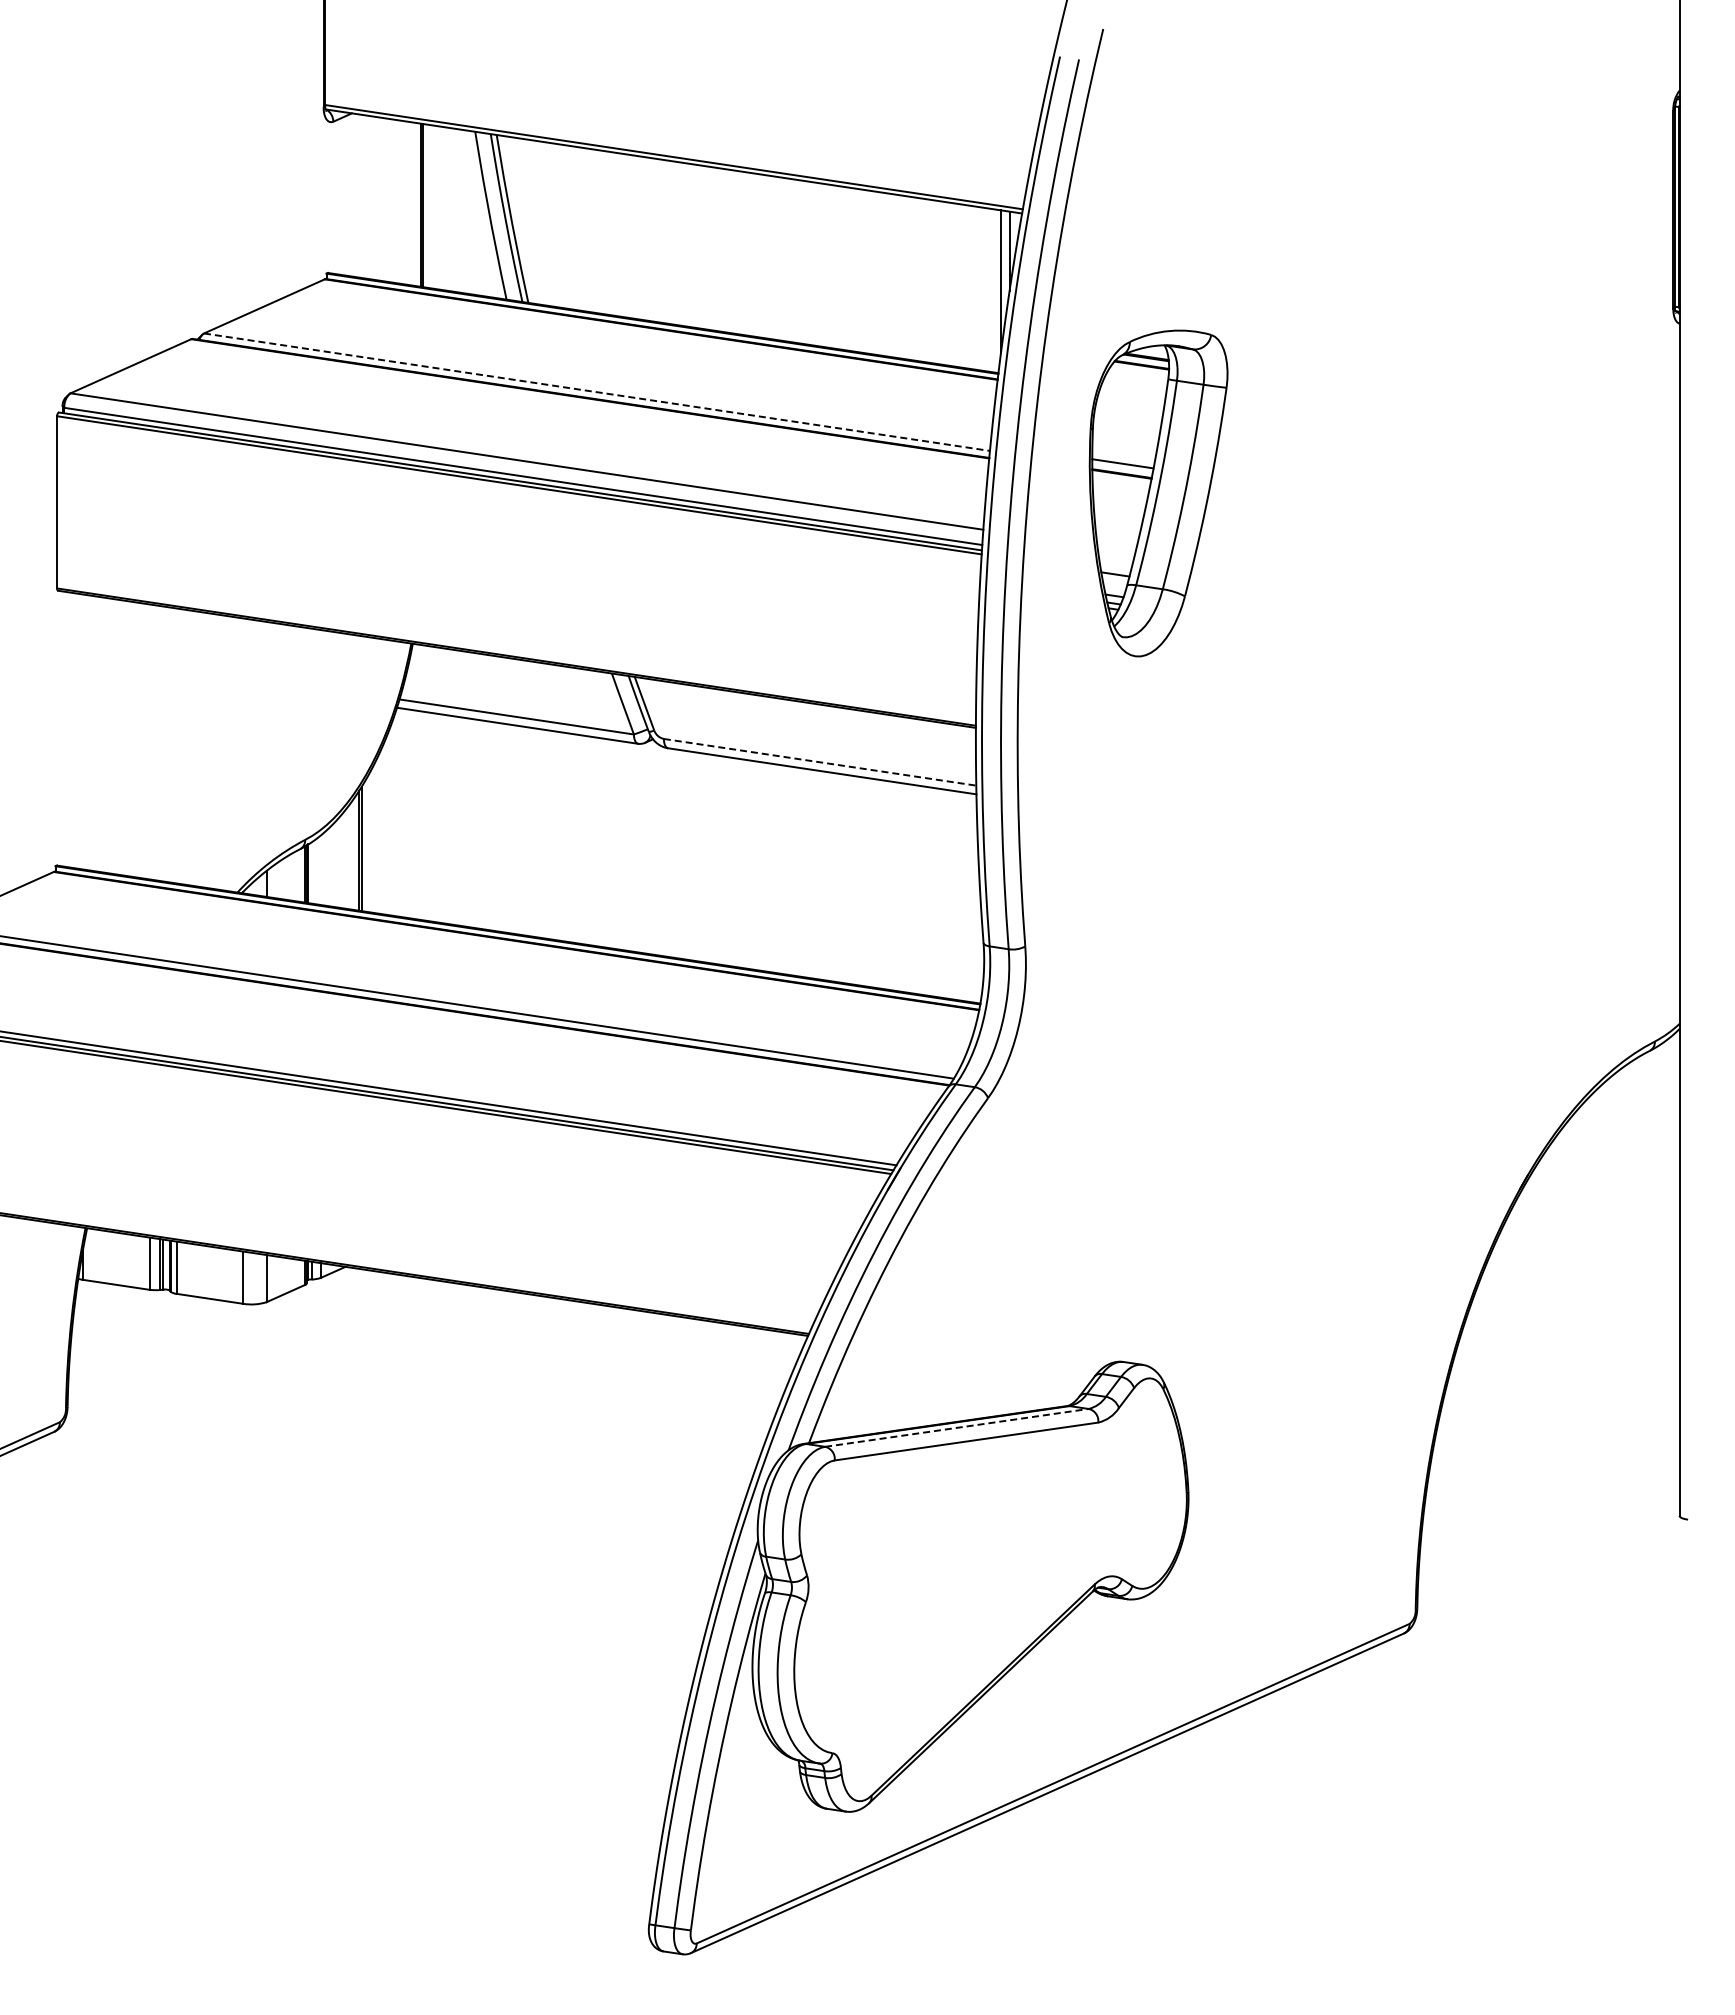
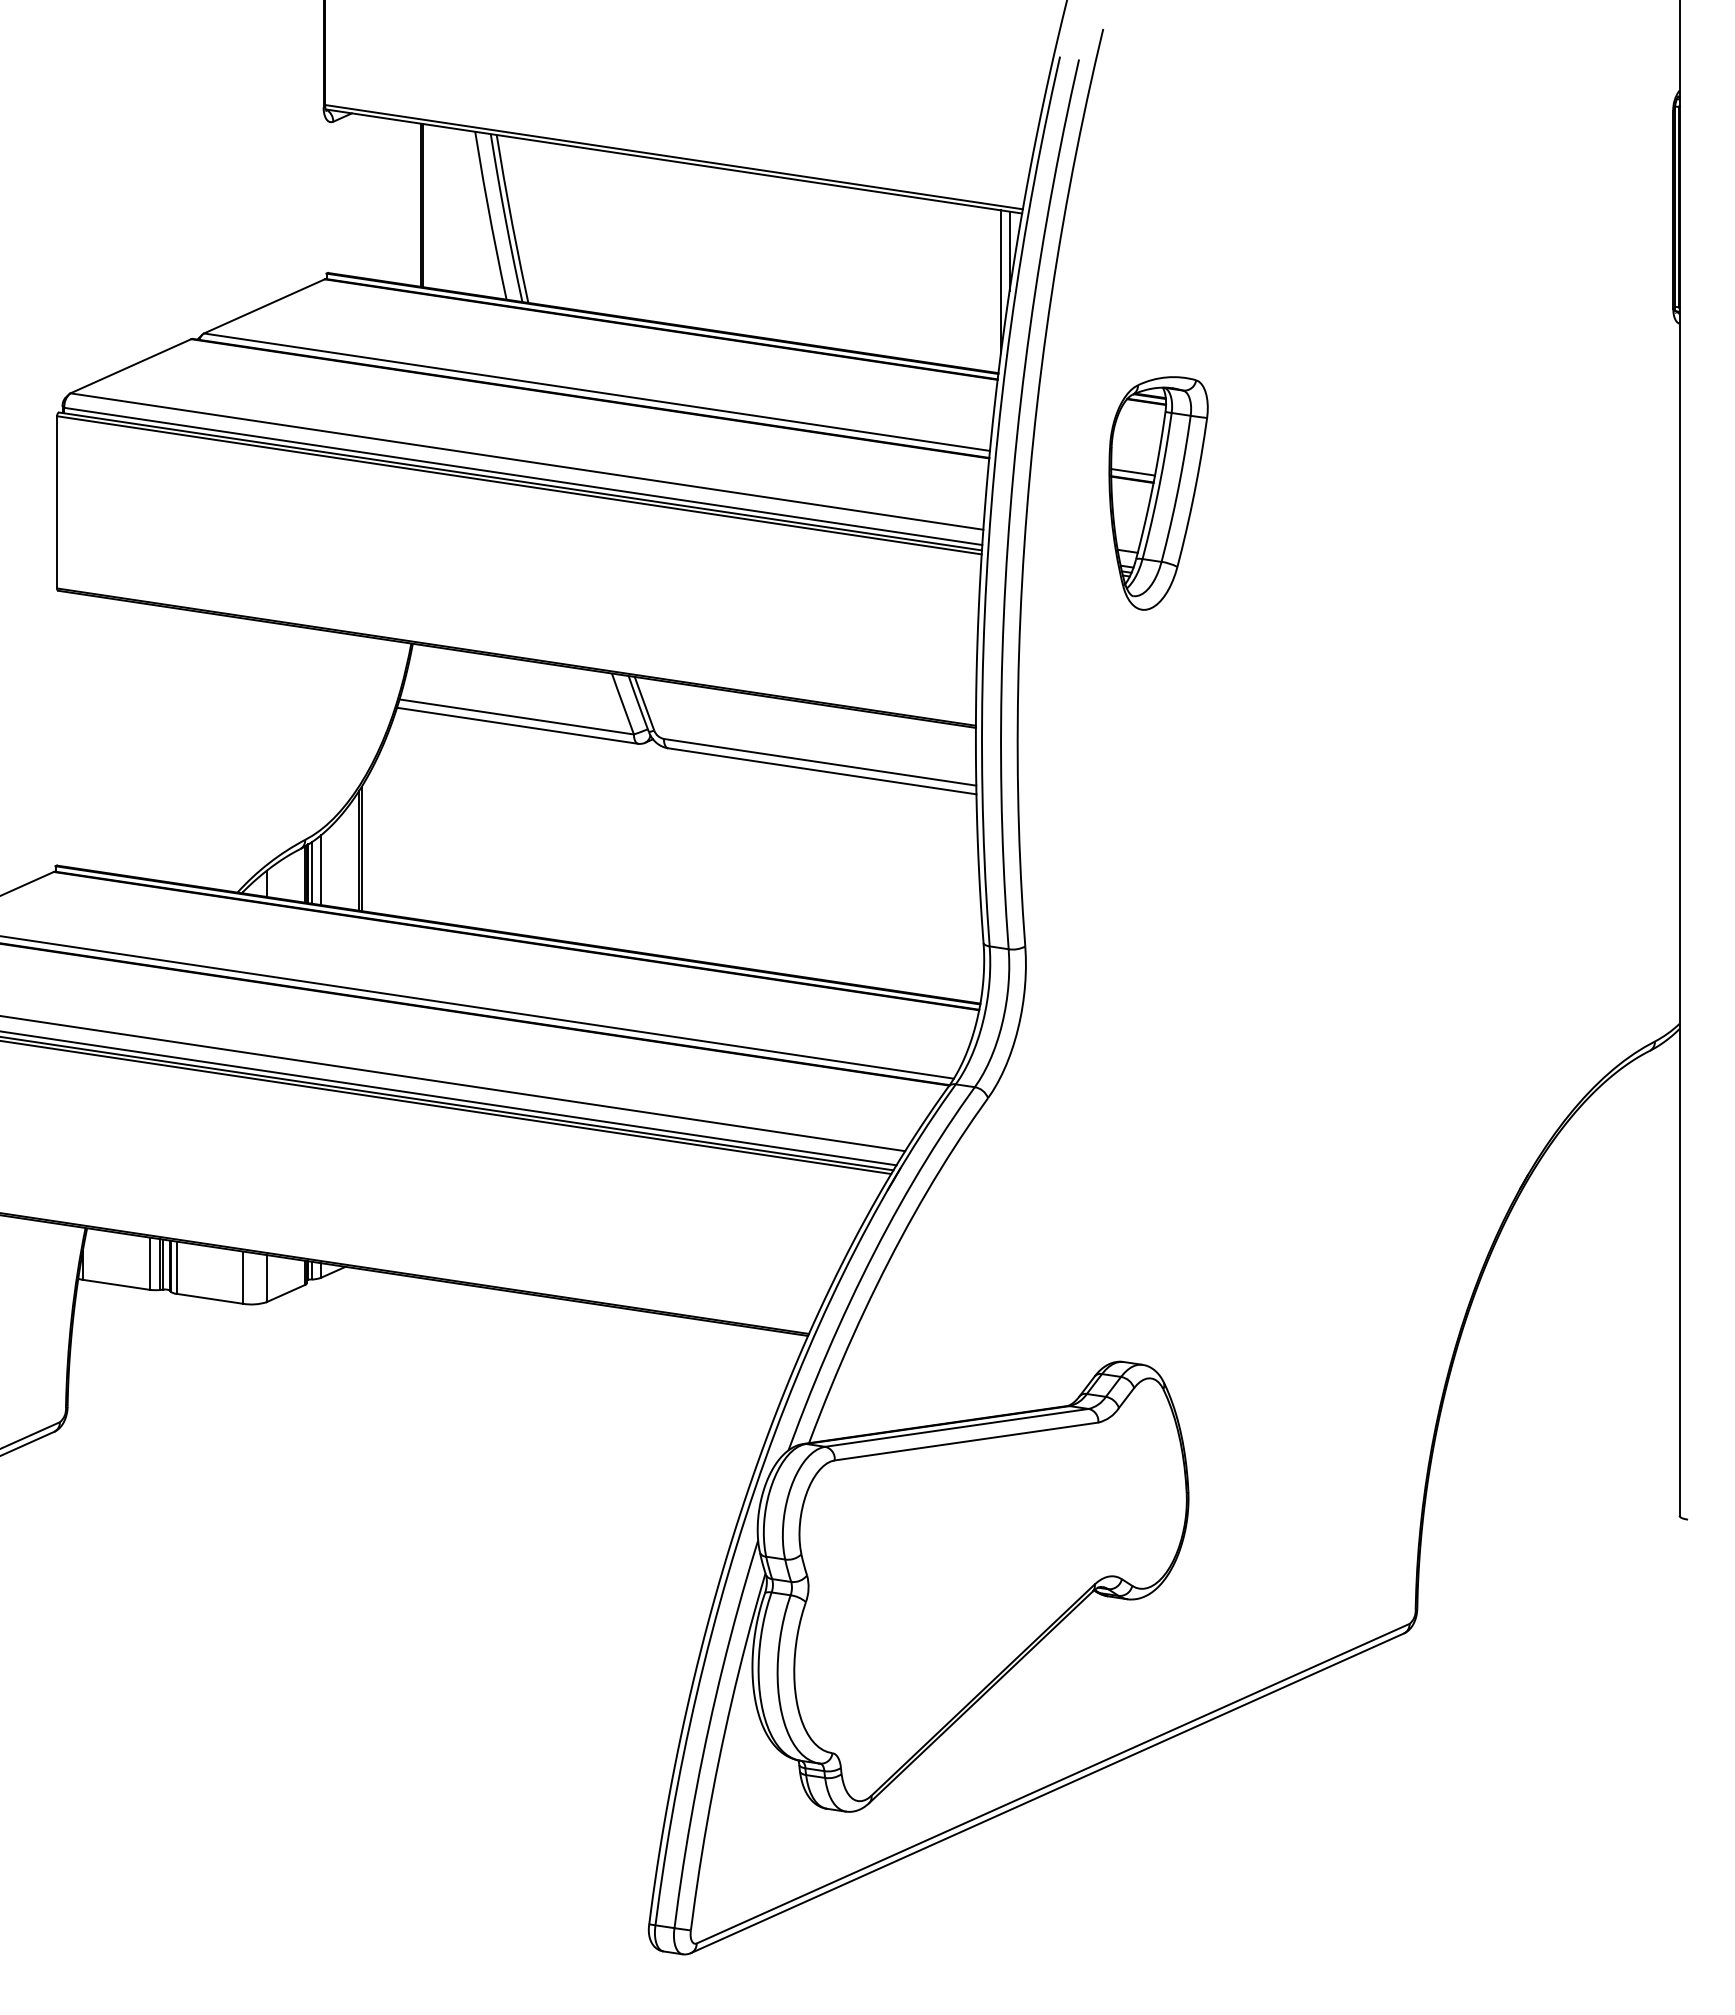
line at (597, 392): dashed -> solid
part at (1158, 493) size: 141x329 px -> 101x235 px
line at (820, 762): dashed -> solid
line at (320, 870): none -> present
line at (312, 872): none -> present
line at (453, 1083): none -> present
line at (957, 1427): dashed -> solid
